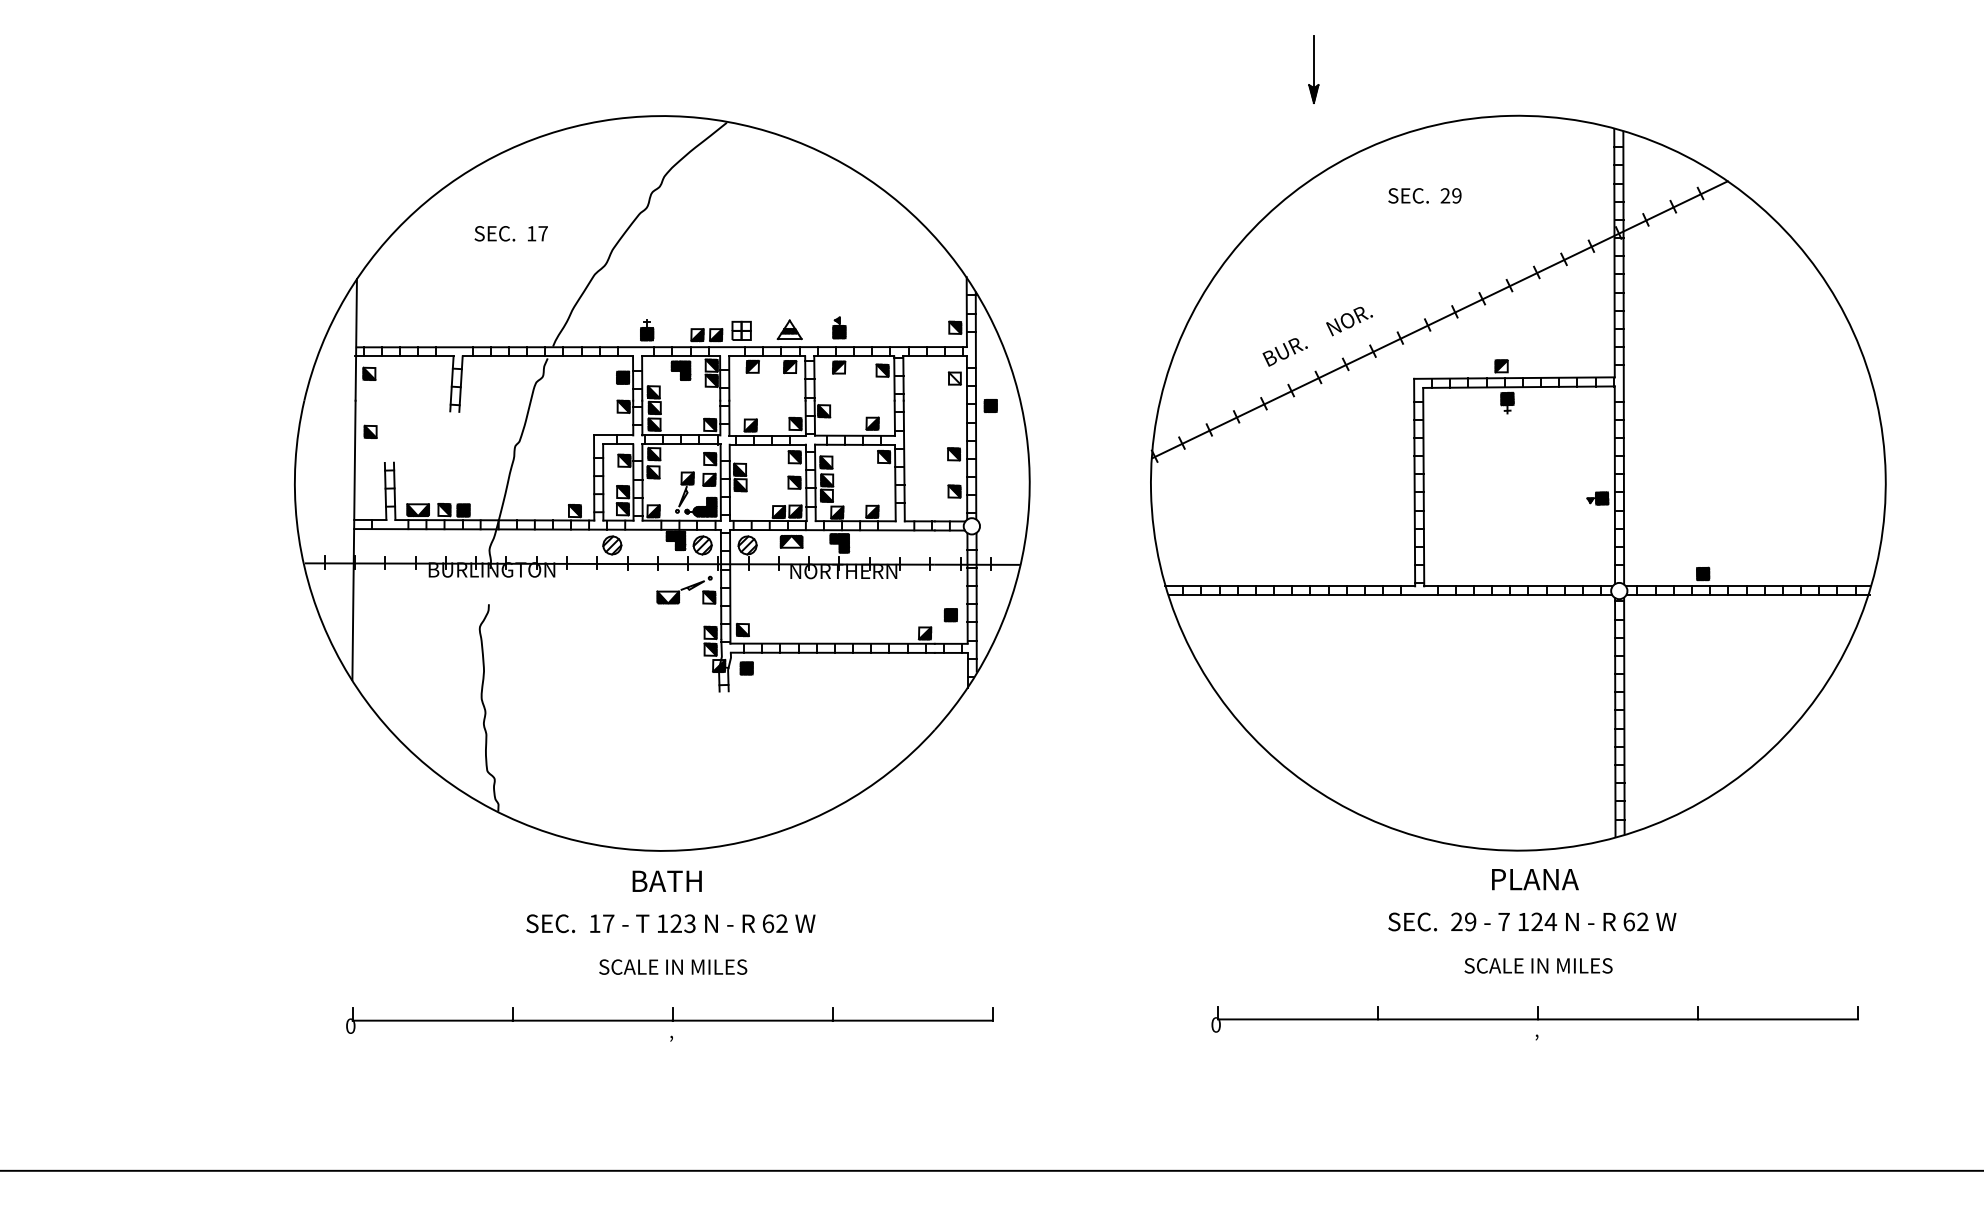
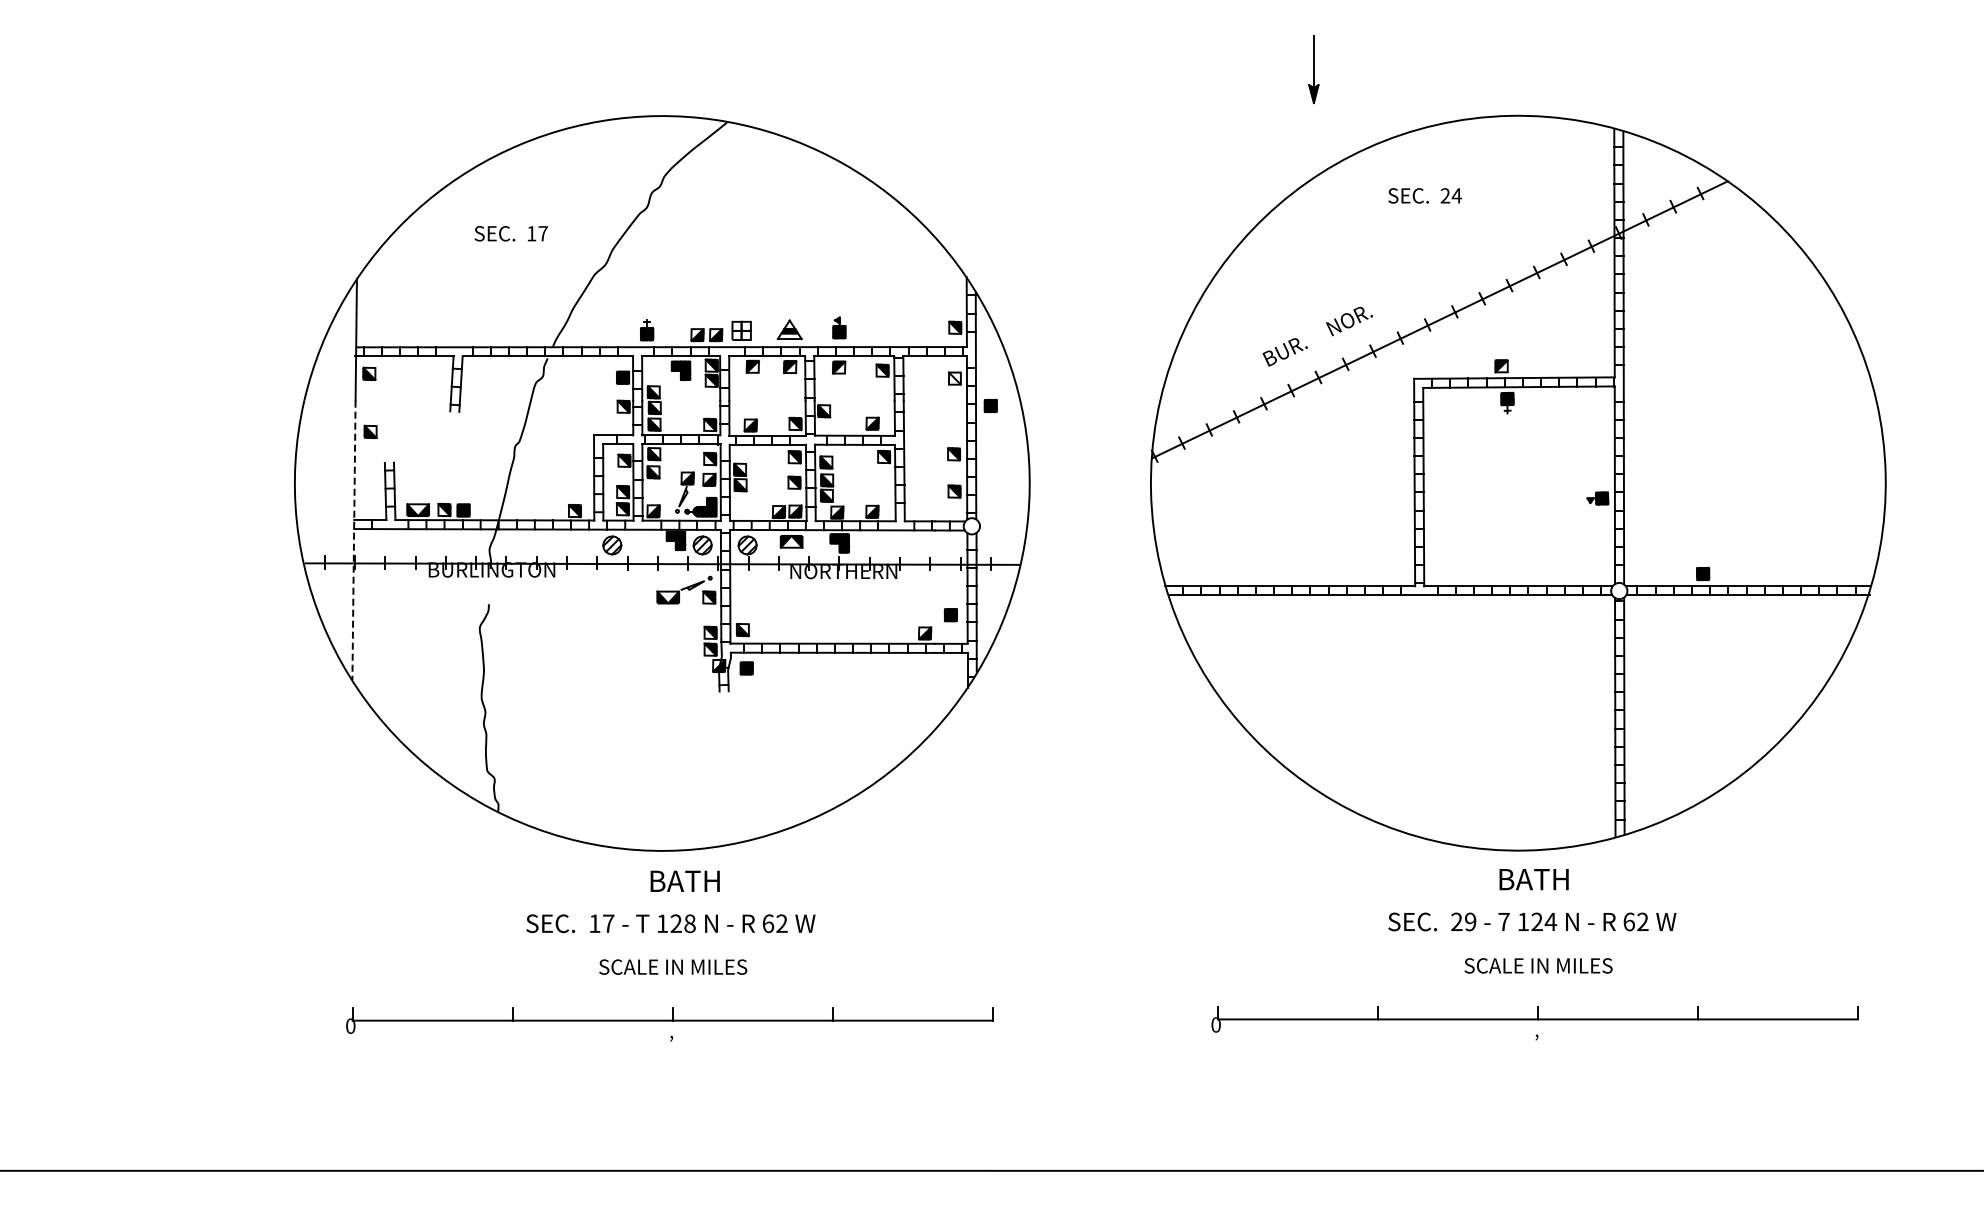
text at (1456, 195): 29 -> 24
line at (354, 540): solid -> dashed
text at (1535, 879): PLANA -> BATH
text at (666, 880) position: (666, 880) -> (684, 880)
text at (689, 923): 123 -> 128
